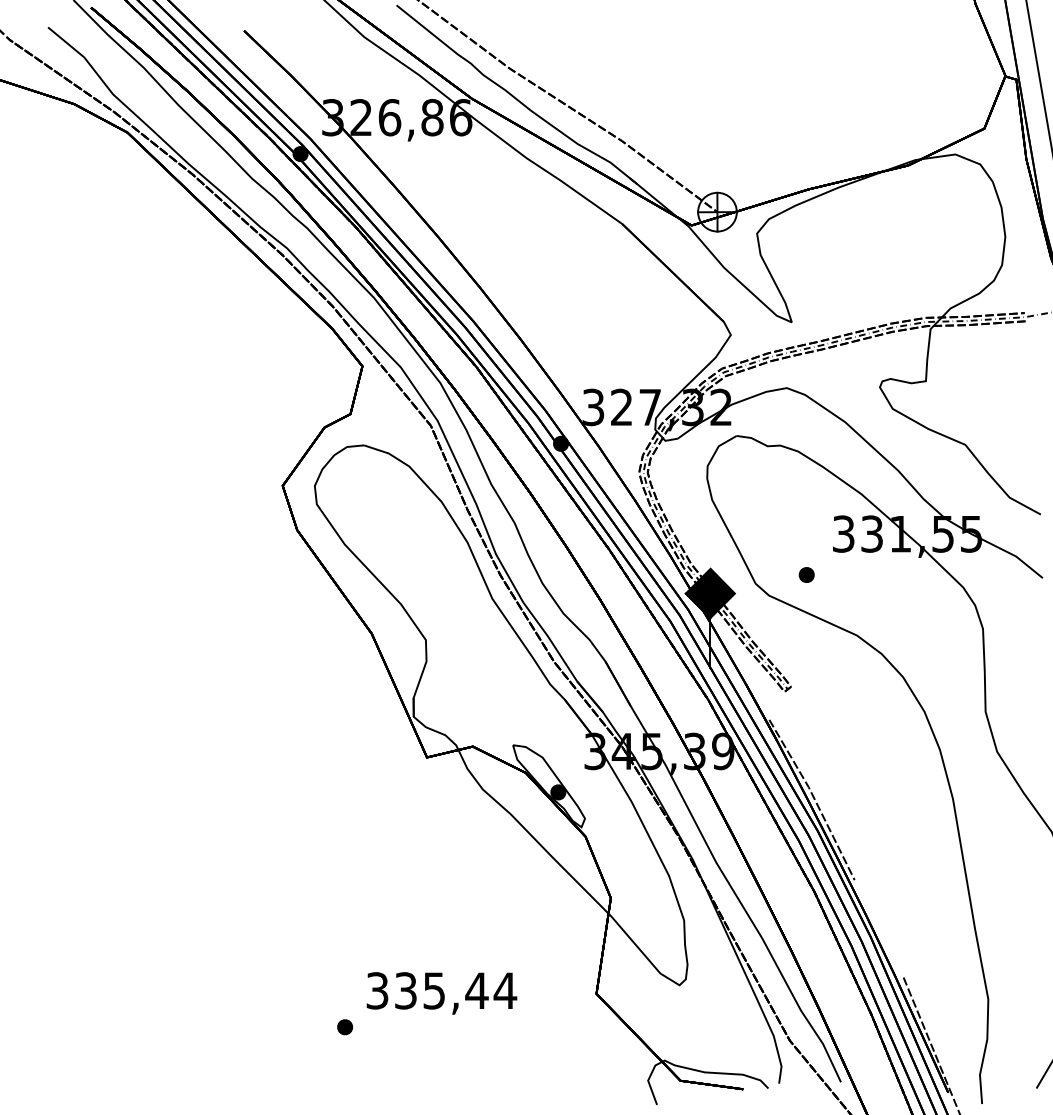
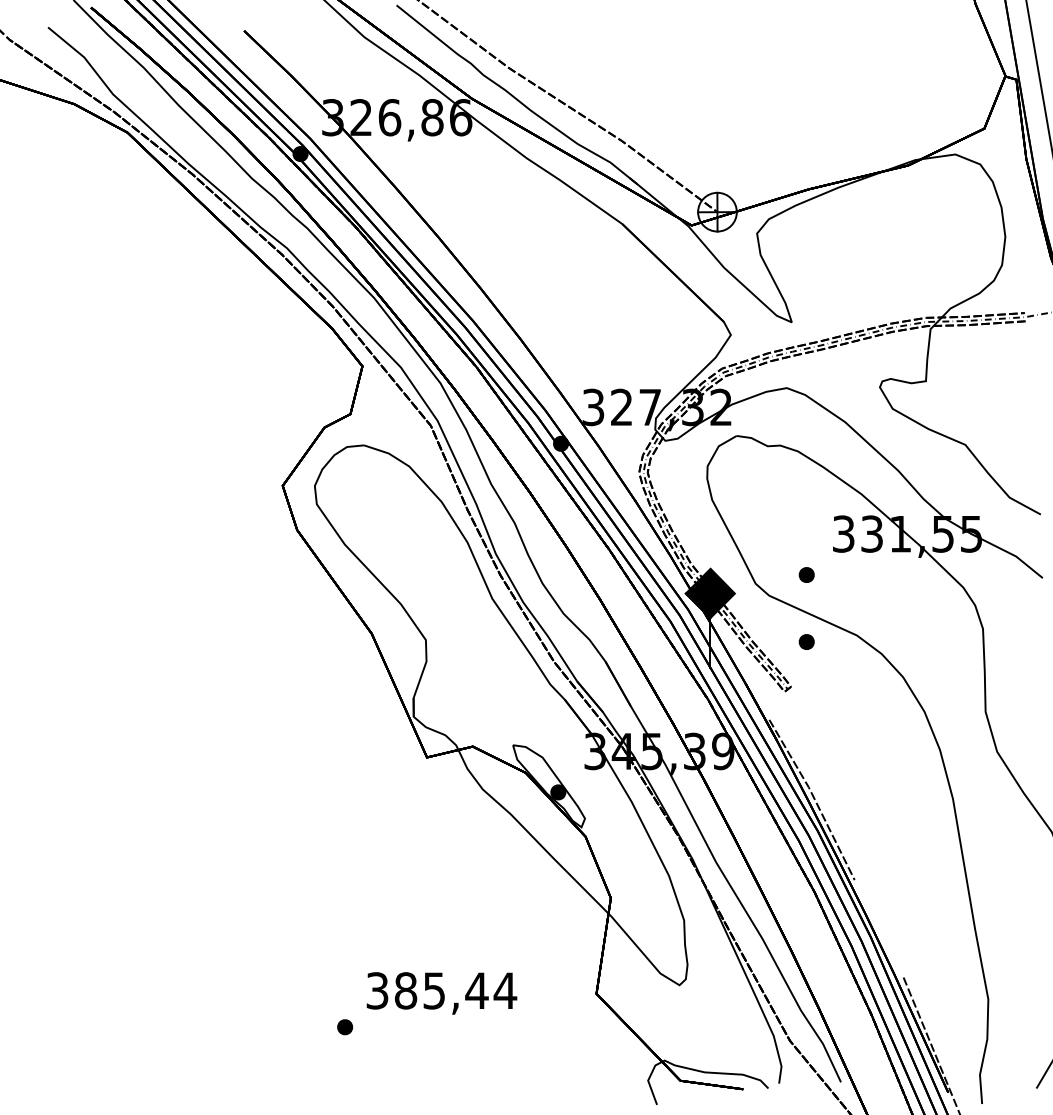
part at (806, 641): none -> present
text at (405, 990): 335,44 -> 385,44
